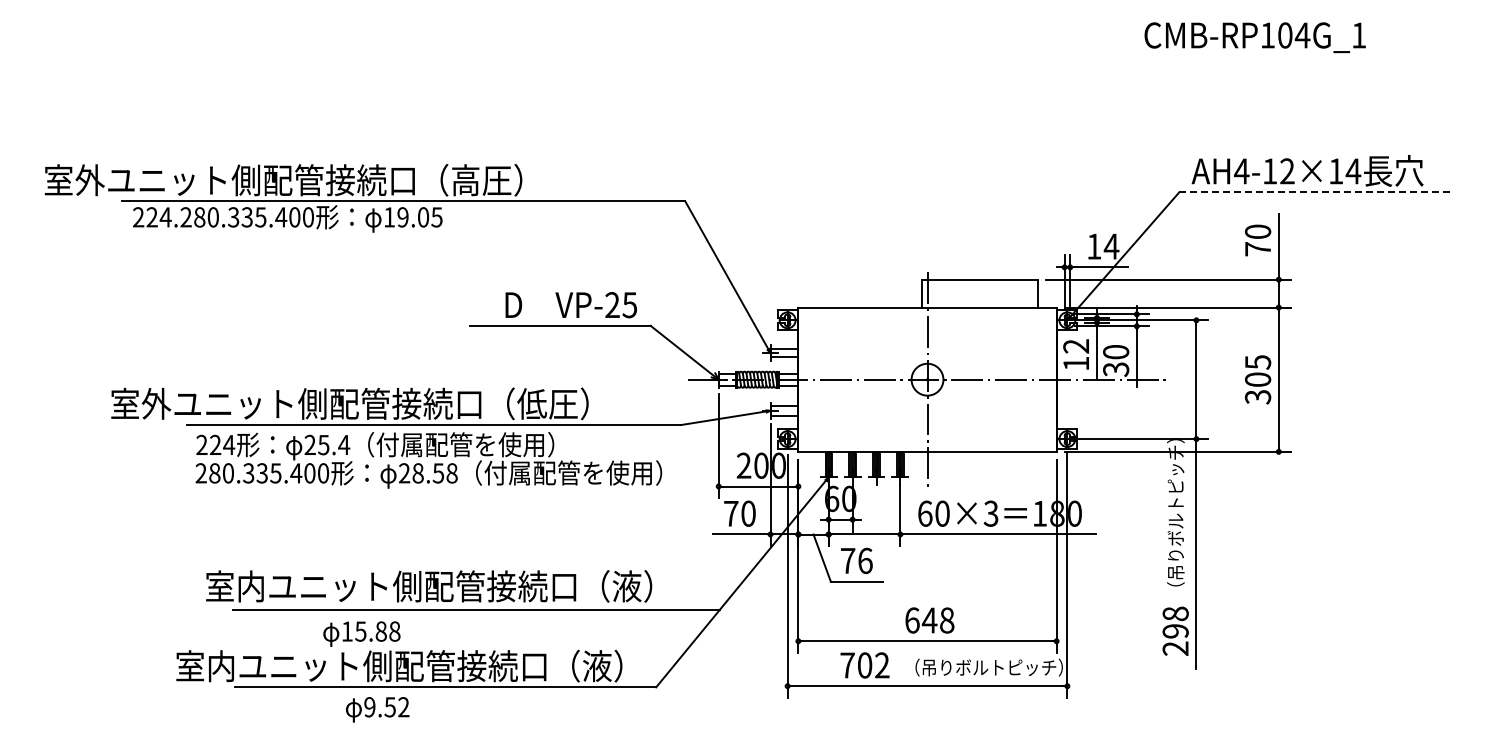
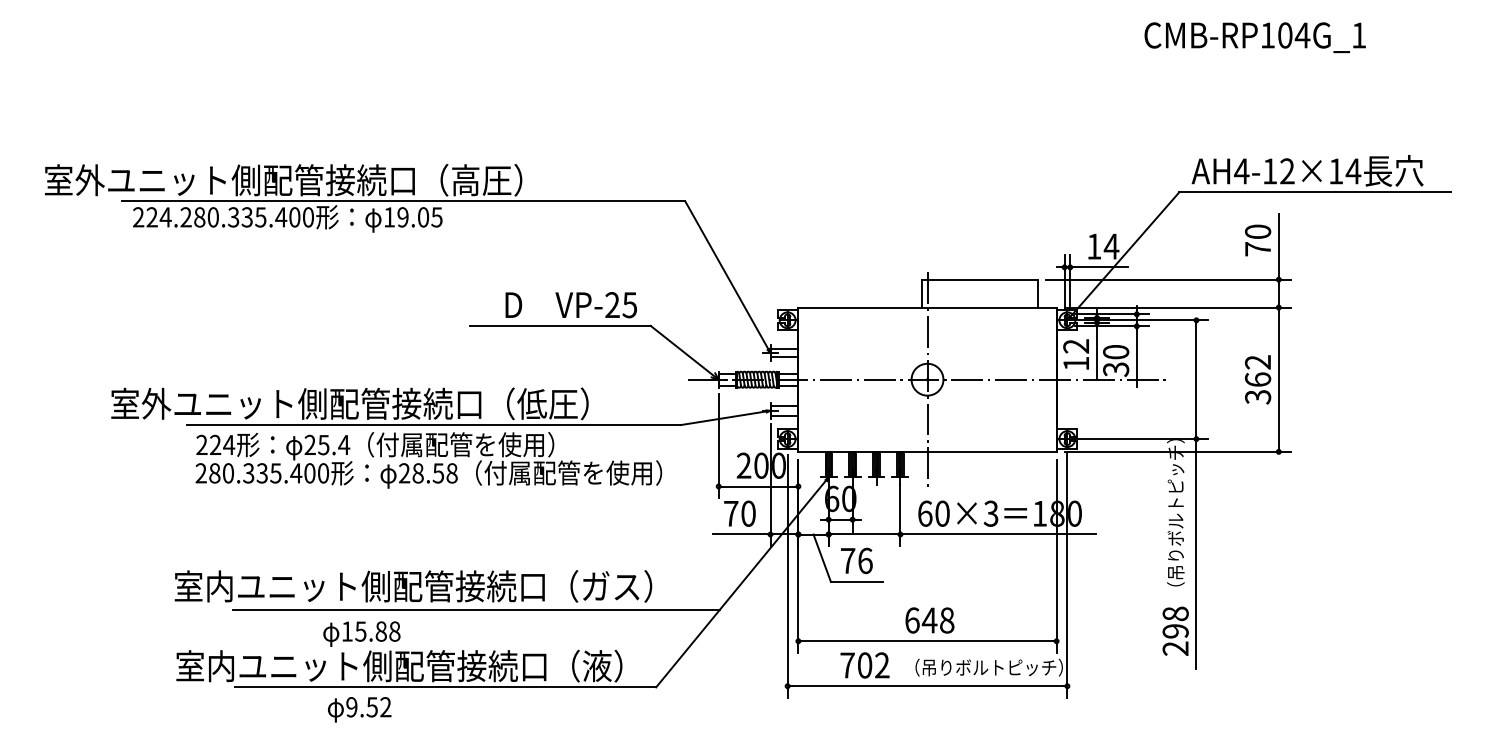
line at (1315, 192): dashed -> solid
text at (1258, 370): 305 -> 362
text at (407, 586): 室内ユニット側配管接続口（液） -> 室内ユニット側配管接続口（ガス）
text at (377, 709) position: (377, 709) -> (359, 709)
